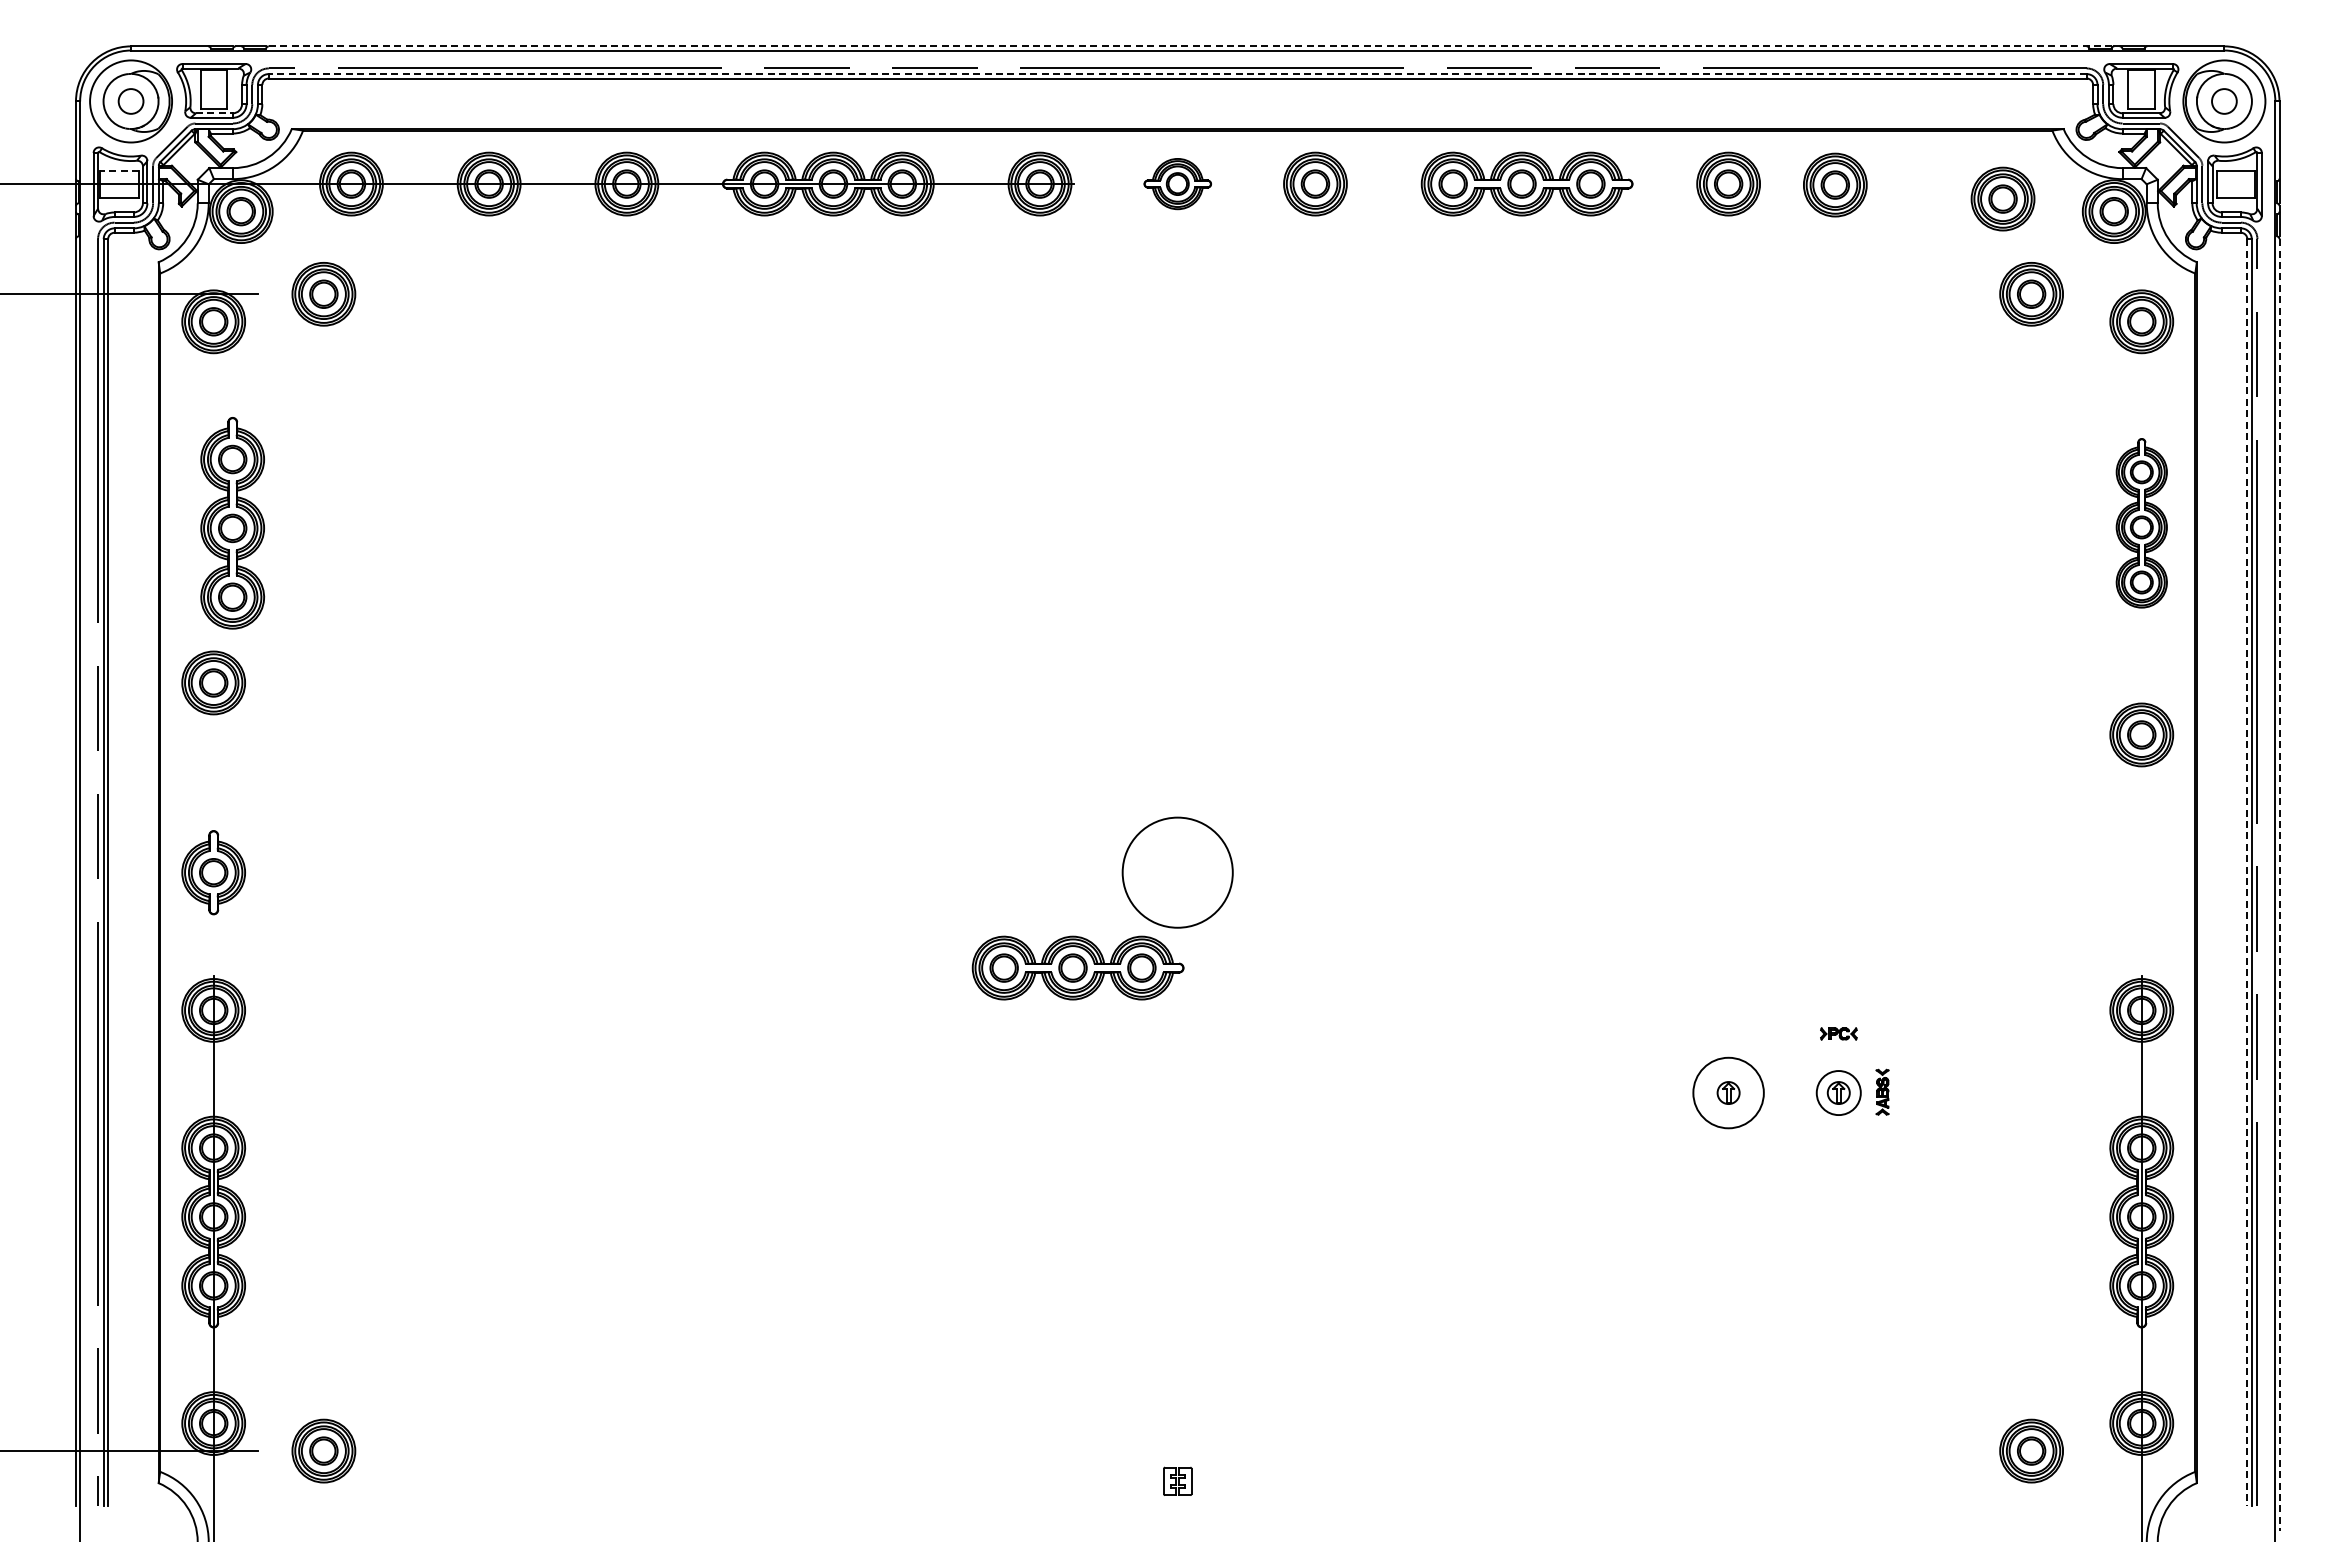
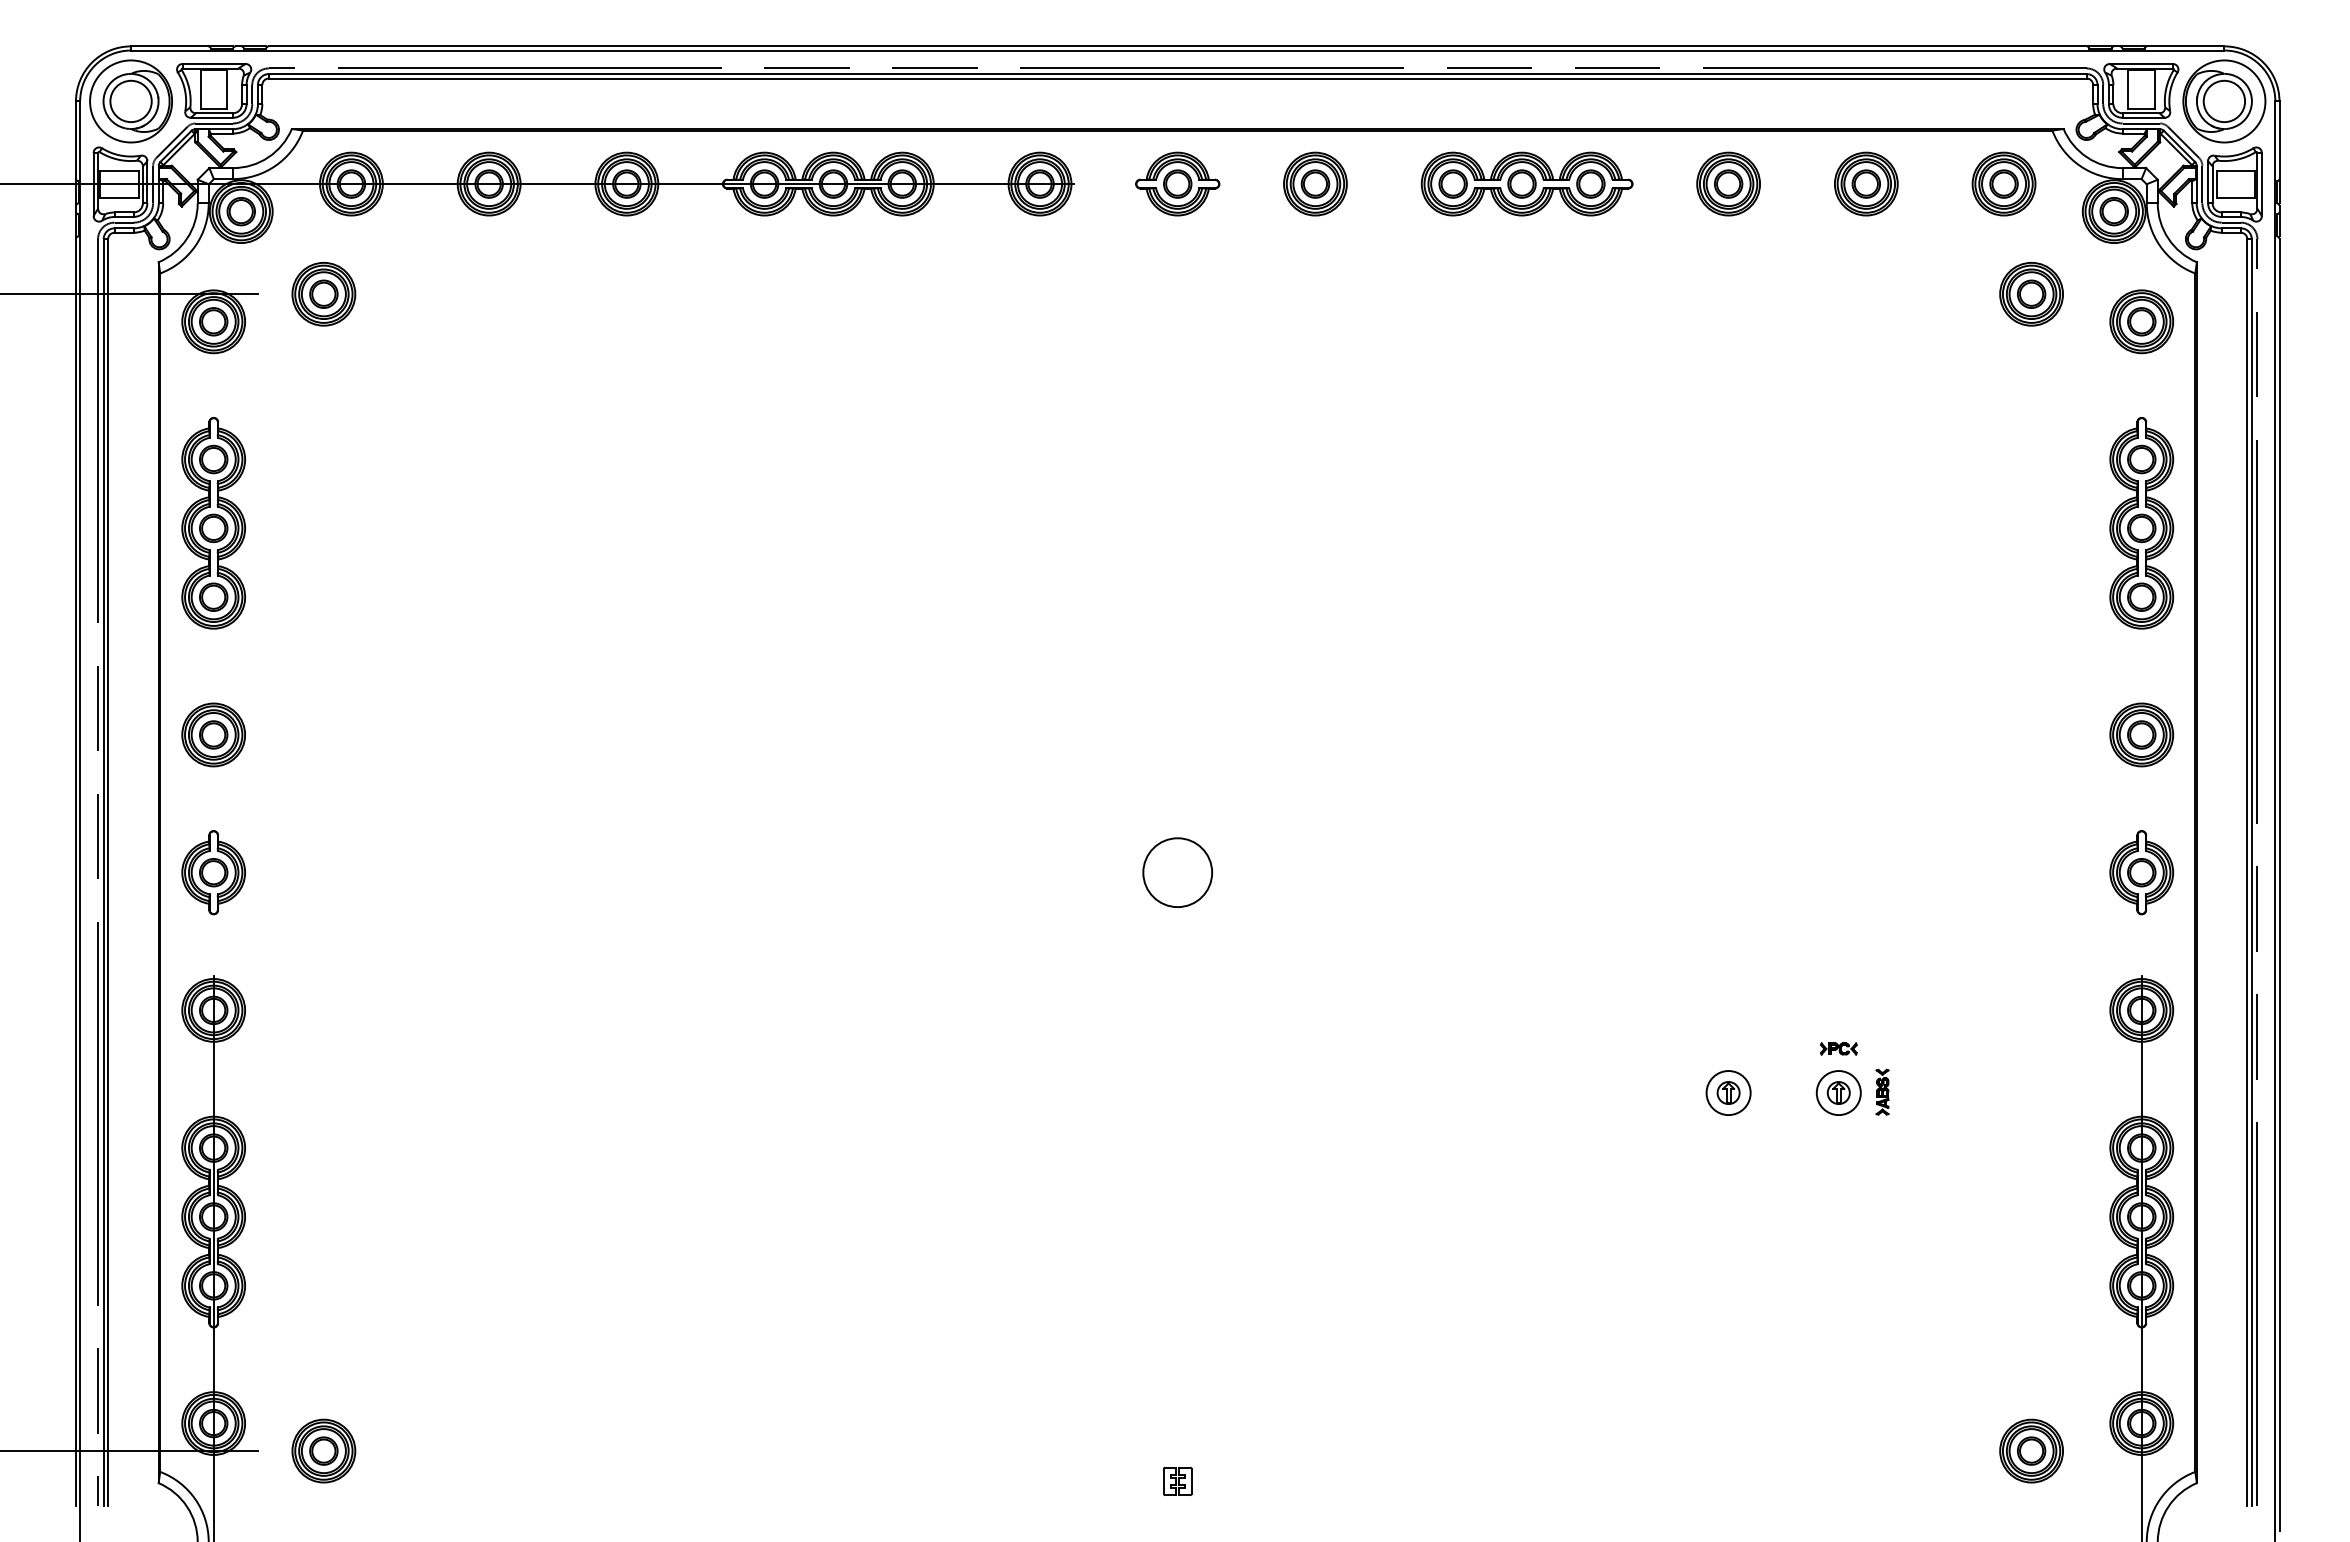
line at (1190, 46): dashed -> solid
line at (1177, 74): dashed -> solid
circle at (130, 101) diameter: 25 px -> 41 px
circle at (2224, 101) diameter: 25 px -> 41 px
line at (214, 113): dashed -> solid
line at (119, 171): dashed -> solid
part at (1177, 184) size: 69x53 px -> 86x66 px
part at (1835, 184) position: (1835, 184) -> (1866, 183)
part at (2002, 198) position: (2002, 198) -> (2003, 183)
part at (232, 523) position: (232, 523) -> (213, 523)
part at (2141, 523) size: 53x171 px -> 66x213 px
part at (213, 682) position: (213, 682) -> (213, 734)
circle at (1177, 872) diameter: 110 px -> 69 px
part at (2141, 872): none -> present
line at (2247, 872): dashed -> solid
line at (2279, 885): dashed -> solid
part at (1077, 967): present -> none
part at (1838, 1033) position: (1838, 1033) -> (1838, 1048)
circle at (1728, 1092) diameter: 71 px -> 44 px
